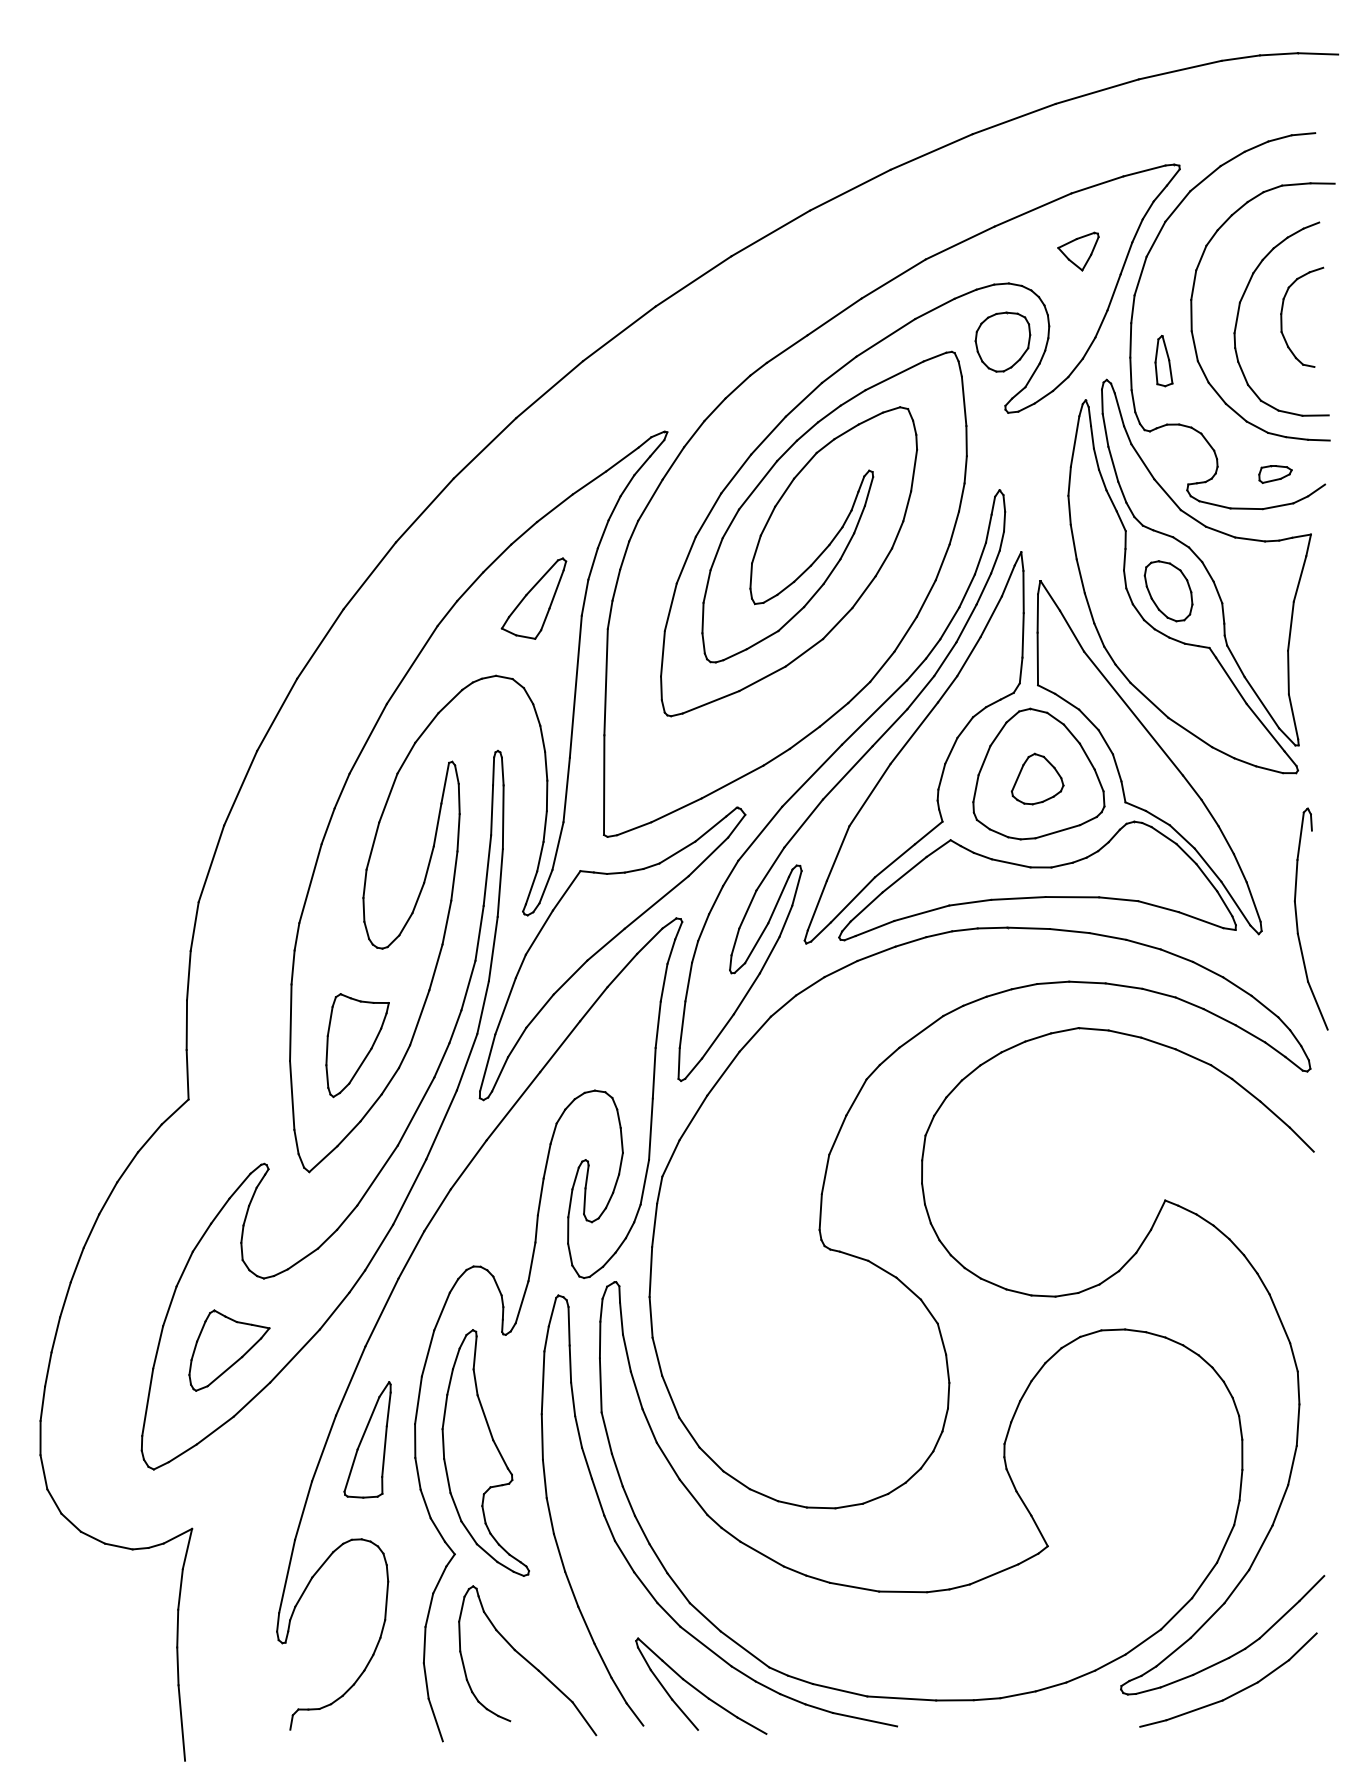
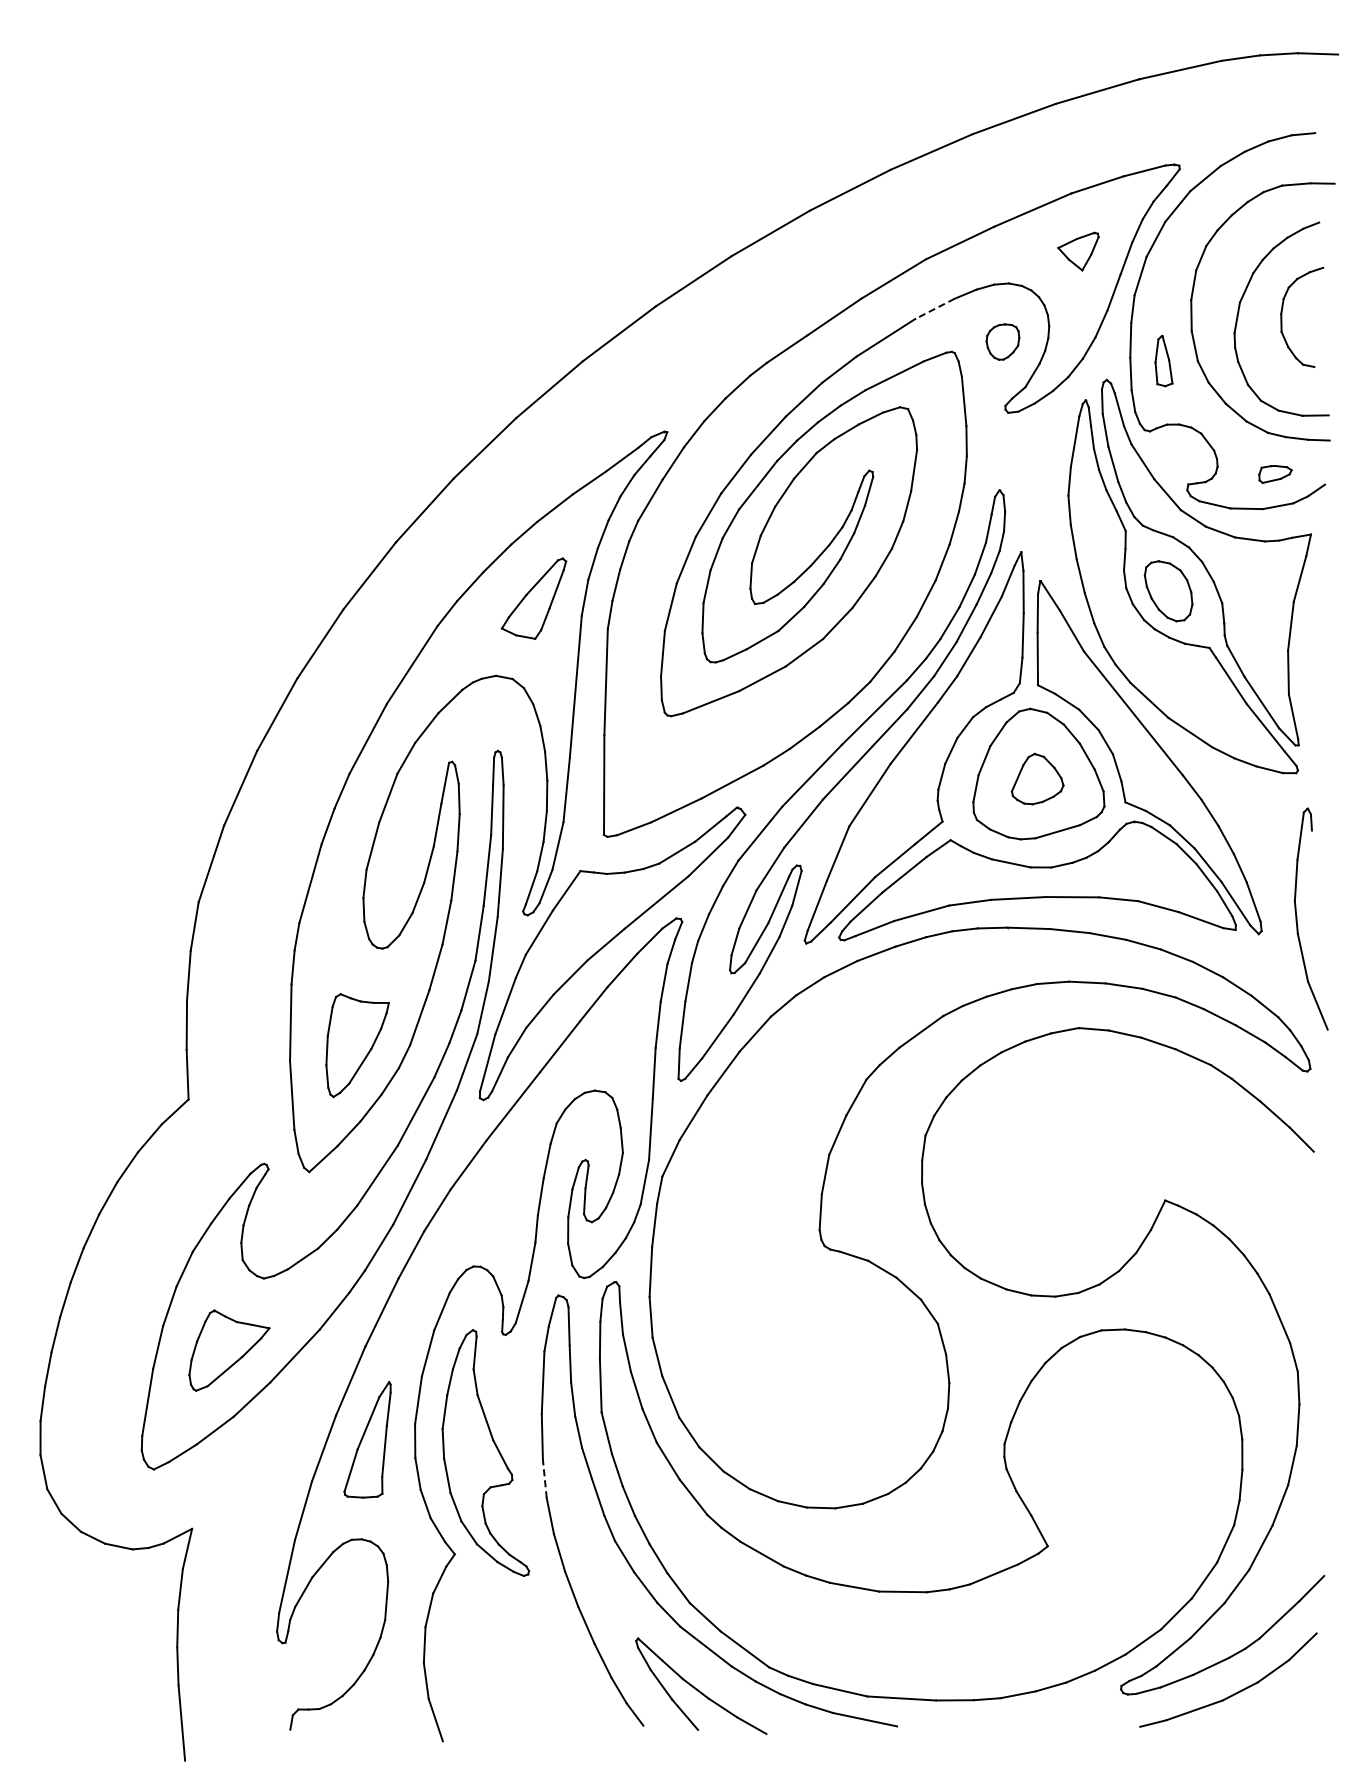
line at (934, 309): solid -> dashed
part at (1002, 341) size: 58x62 px -> 36x38 px
line at (544, 1478): solid -> dashed
part at (527, 1660): present -> none
